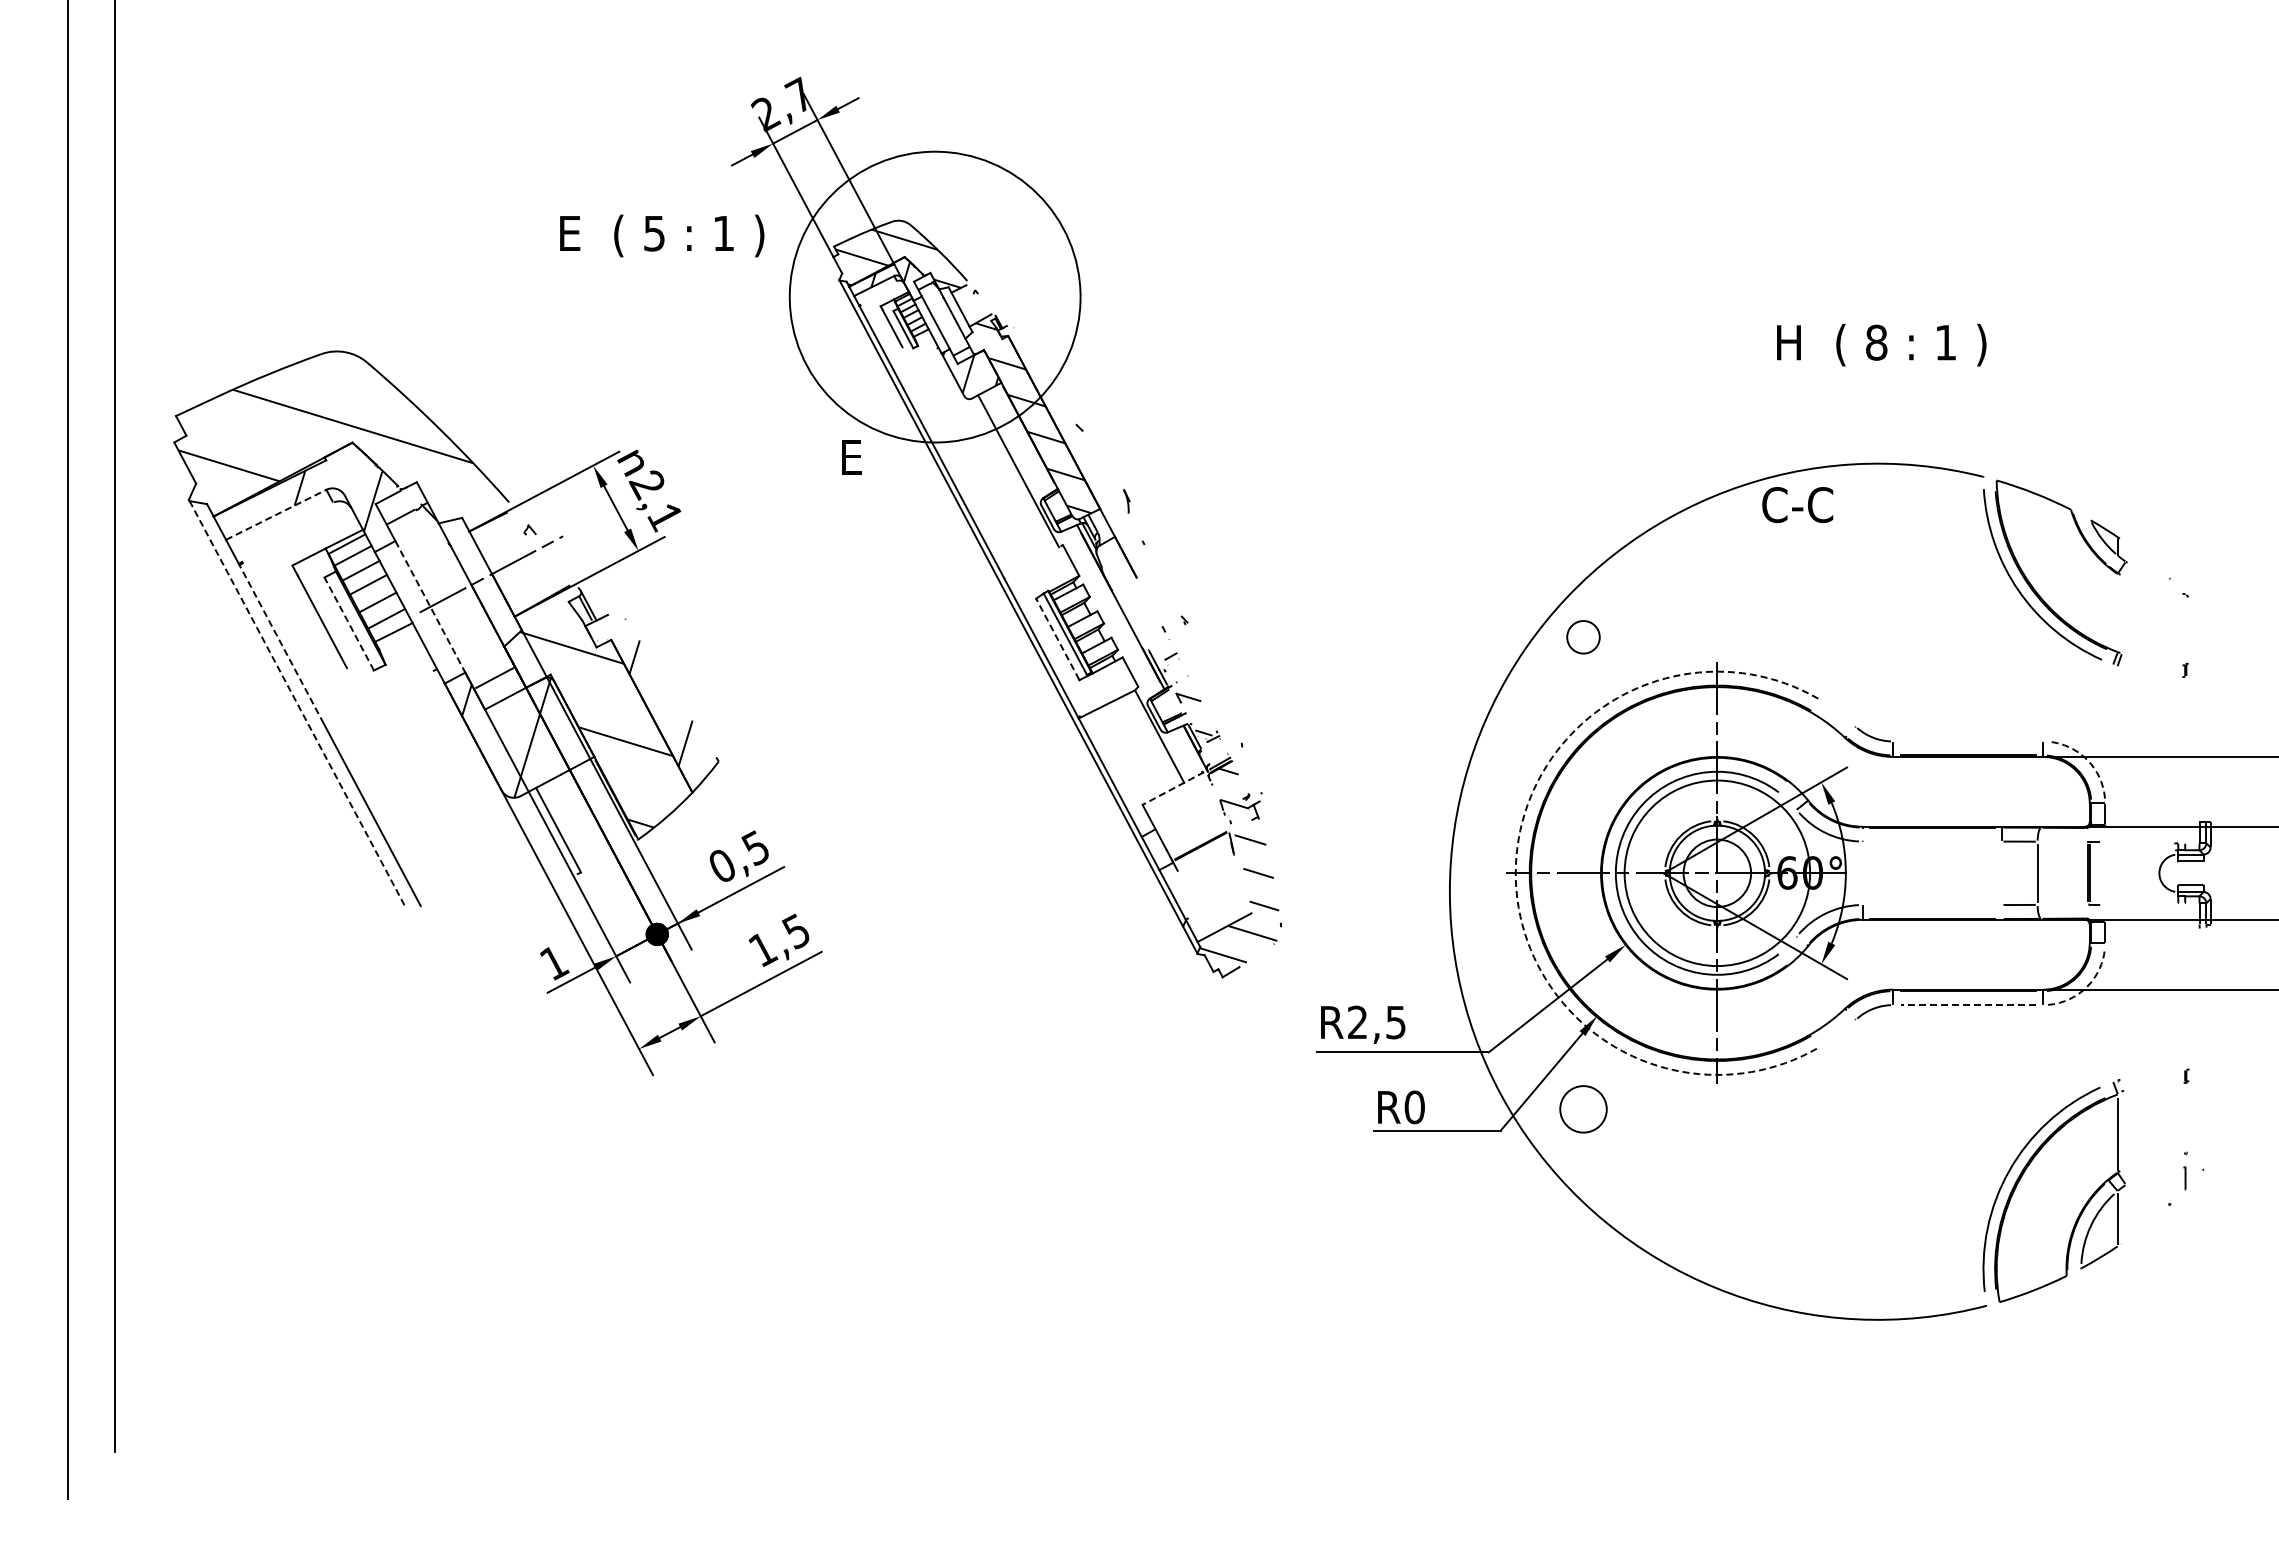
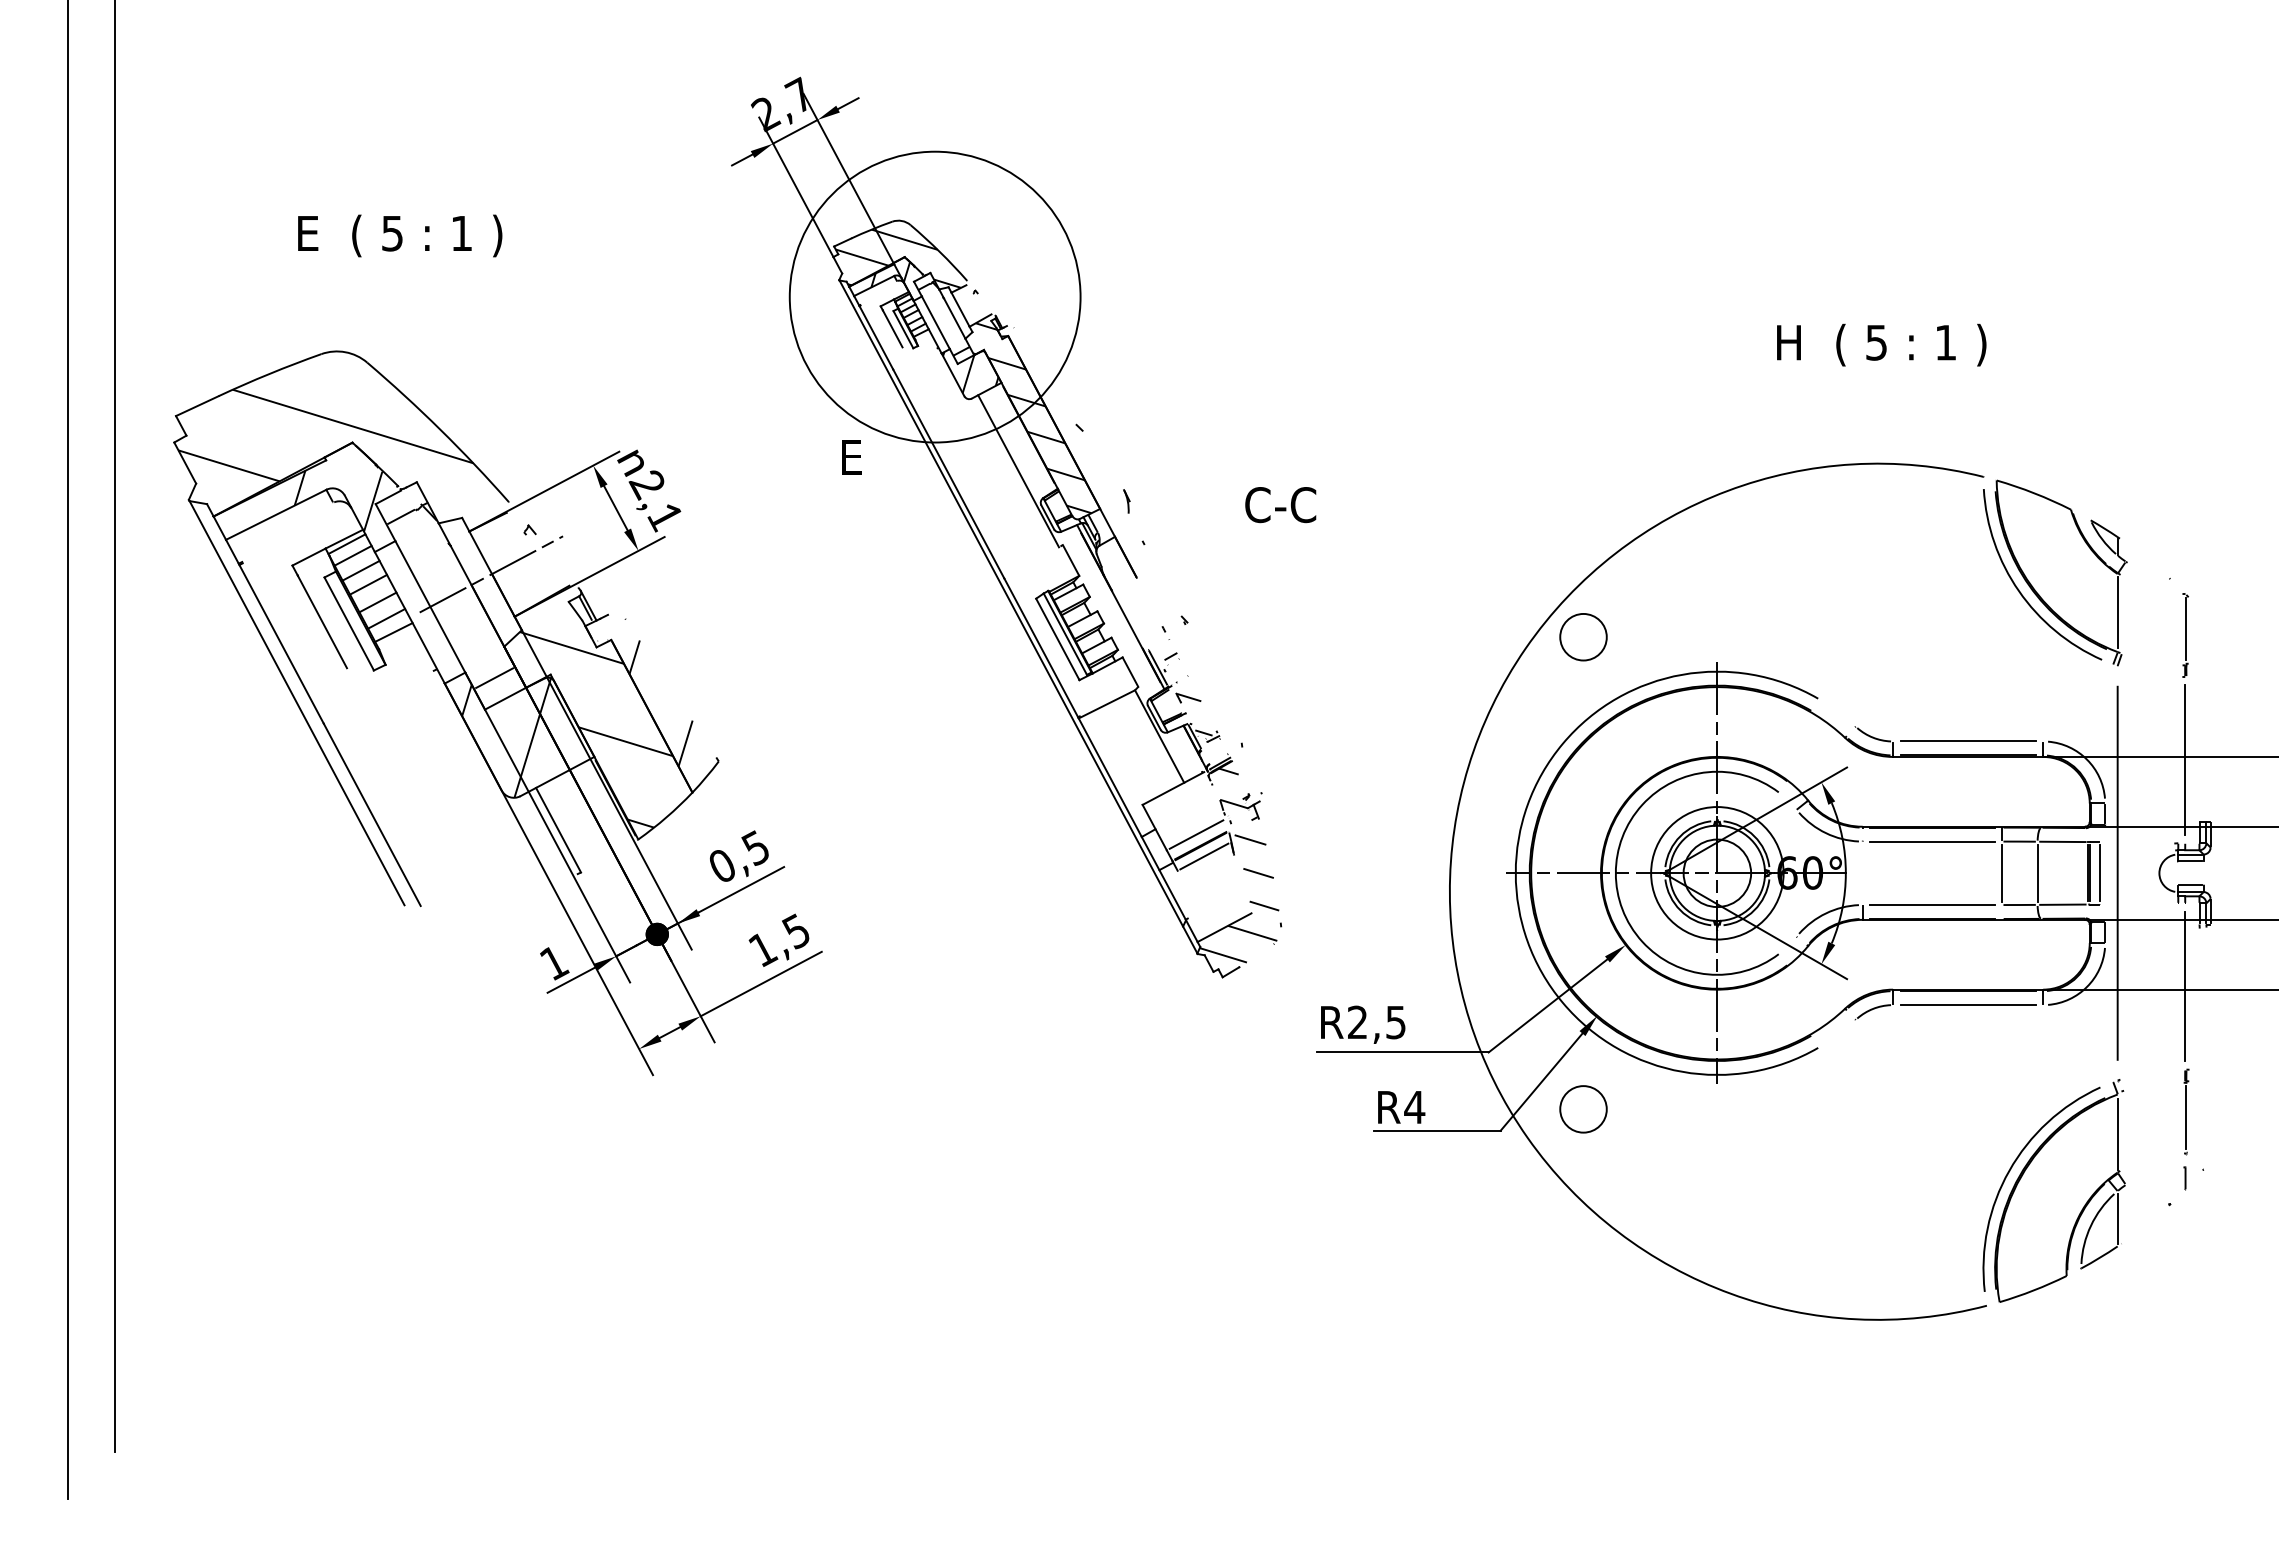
text at (662, 235) position: (662, 235) -> (400, 235)
text at (1876, 342): 8 -> 5
text at (1797, 505) position: (1797, 505) -> (1280, 505)
line at (276, 514): dashed -> solid
line at (430, 607): dashed -> solid
line at (2117, 612): none -> present
line at (349, 623): dashed -> solid
line at (2186, 629): none -> present
circle at (1583, 637) size: 35x35 px -> 49x49 px
line at (1057, 639): dashed -> solid
line at (281, 644): dashed -> solid
line at (297, 703): dashed -> solid
line at (1967, 741): none -> present
arc at (2087, 759): dashed -> solid
line at (2185, 759): none -> present
line at (1173, 788): dashed -> solid
line at (1196, 834): none -> present
line at (1931, 841): none -> present
line at (2062, 841): none -> present
line at (1204, 856): none -> present
line at (2001, 872): none -> present
line at (2117, 872): none -> present
arc at (1515, 873): dashed -> solid
circle at (1717, 873) diameter: 186 px -> 133 px
line at (2099, 873): none -> present
line at (2062, 904): none -> present
line at (1931, 905): none -> present
arc at (2087, 986): dashed -> solid
line at (2185, 986): none -> present
line at (1968, 1005): dashed -> solid
text at (1414, 1107): R0 -> R4
line at (2186, 1117): none -> present
